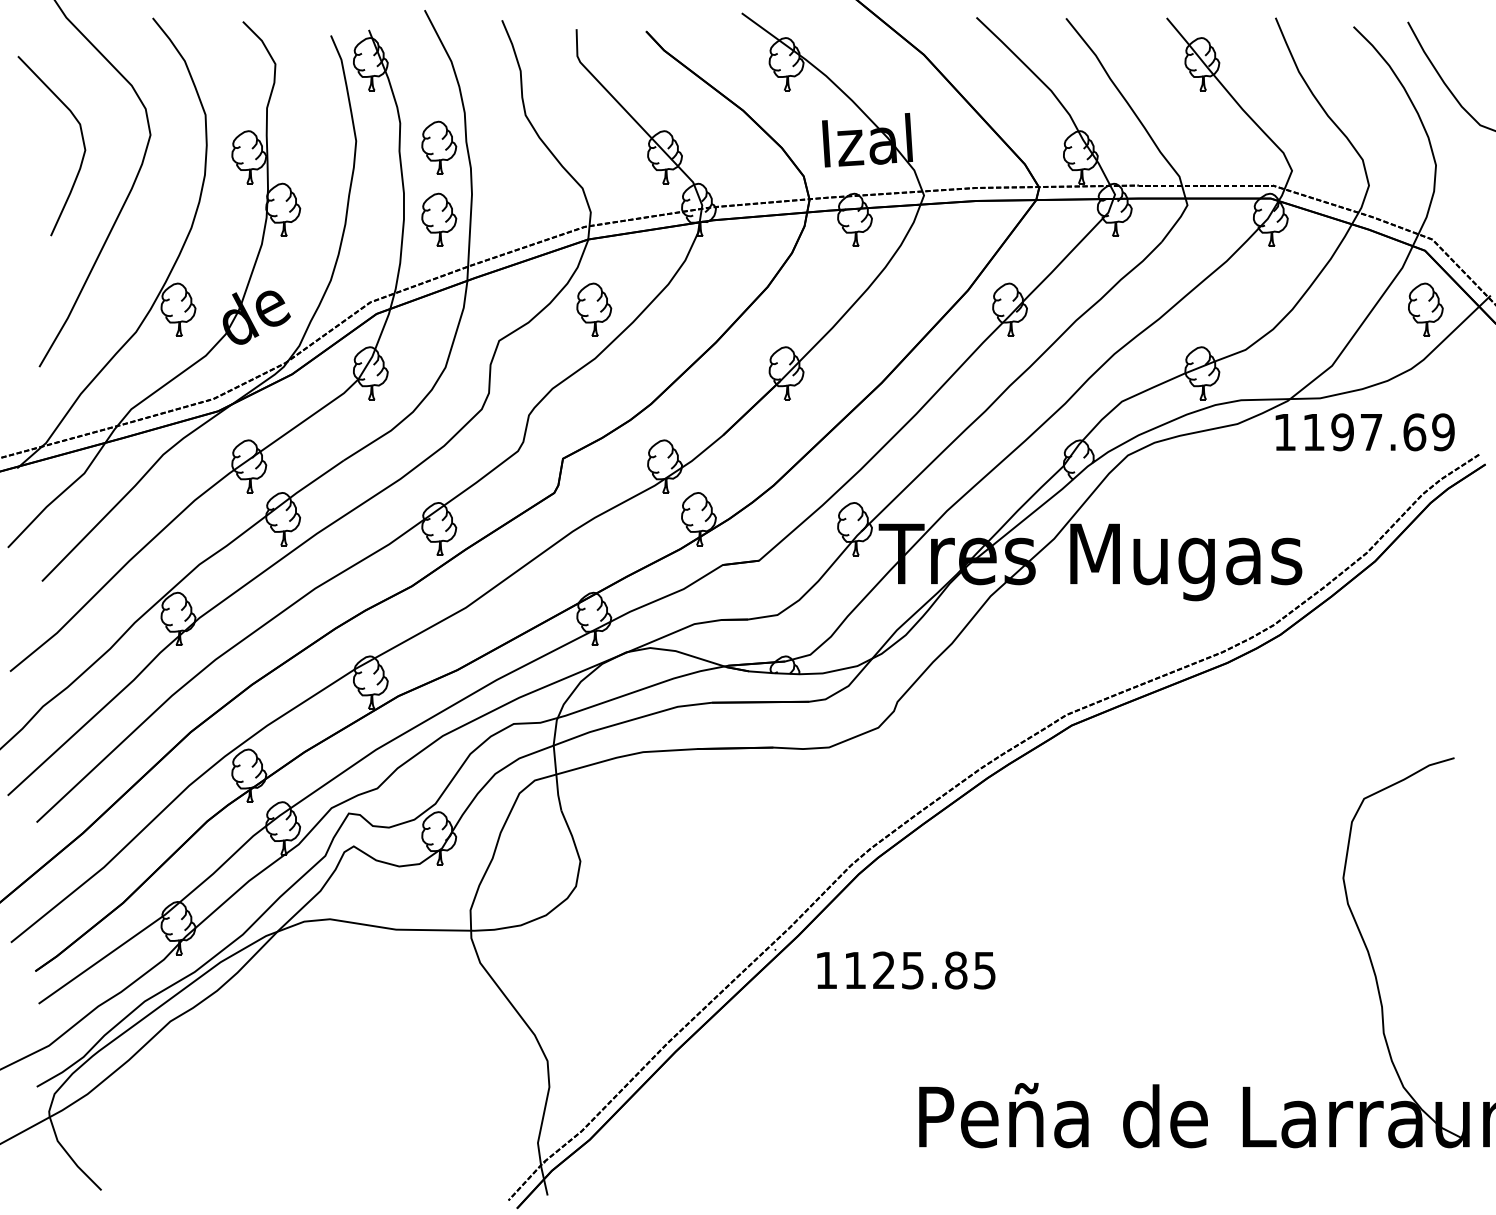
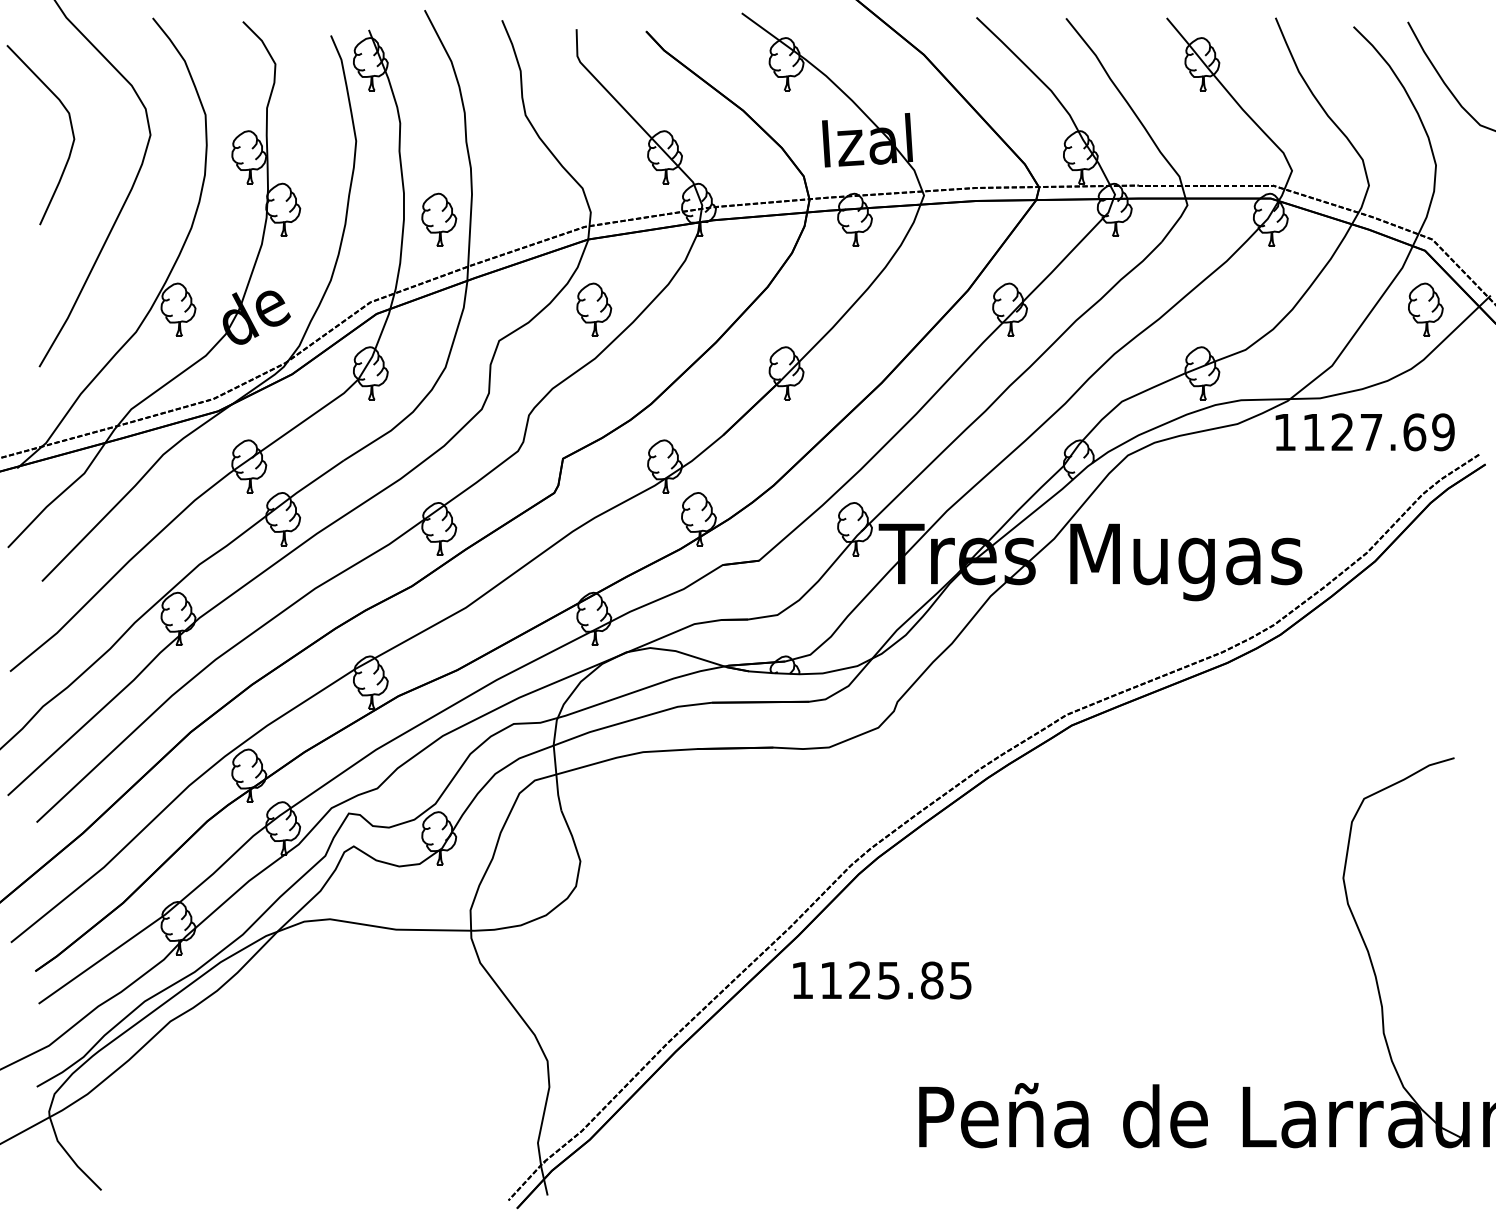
curve at (82, 142) position: (82, 142) -> (71, 131)
part at (439, 147): present -> none
text at (1342, 432): 1197.69 -> 1127.69
text at (906, 970) position: (906, 970) -> (882, 980)
